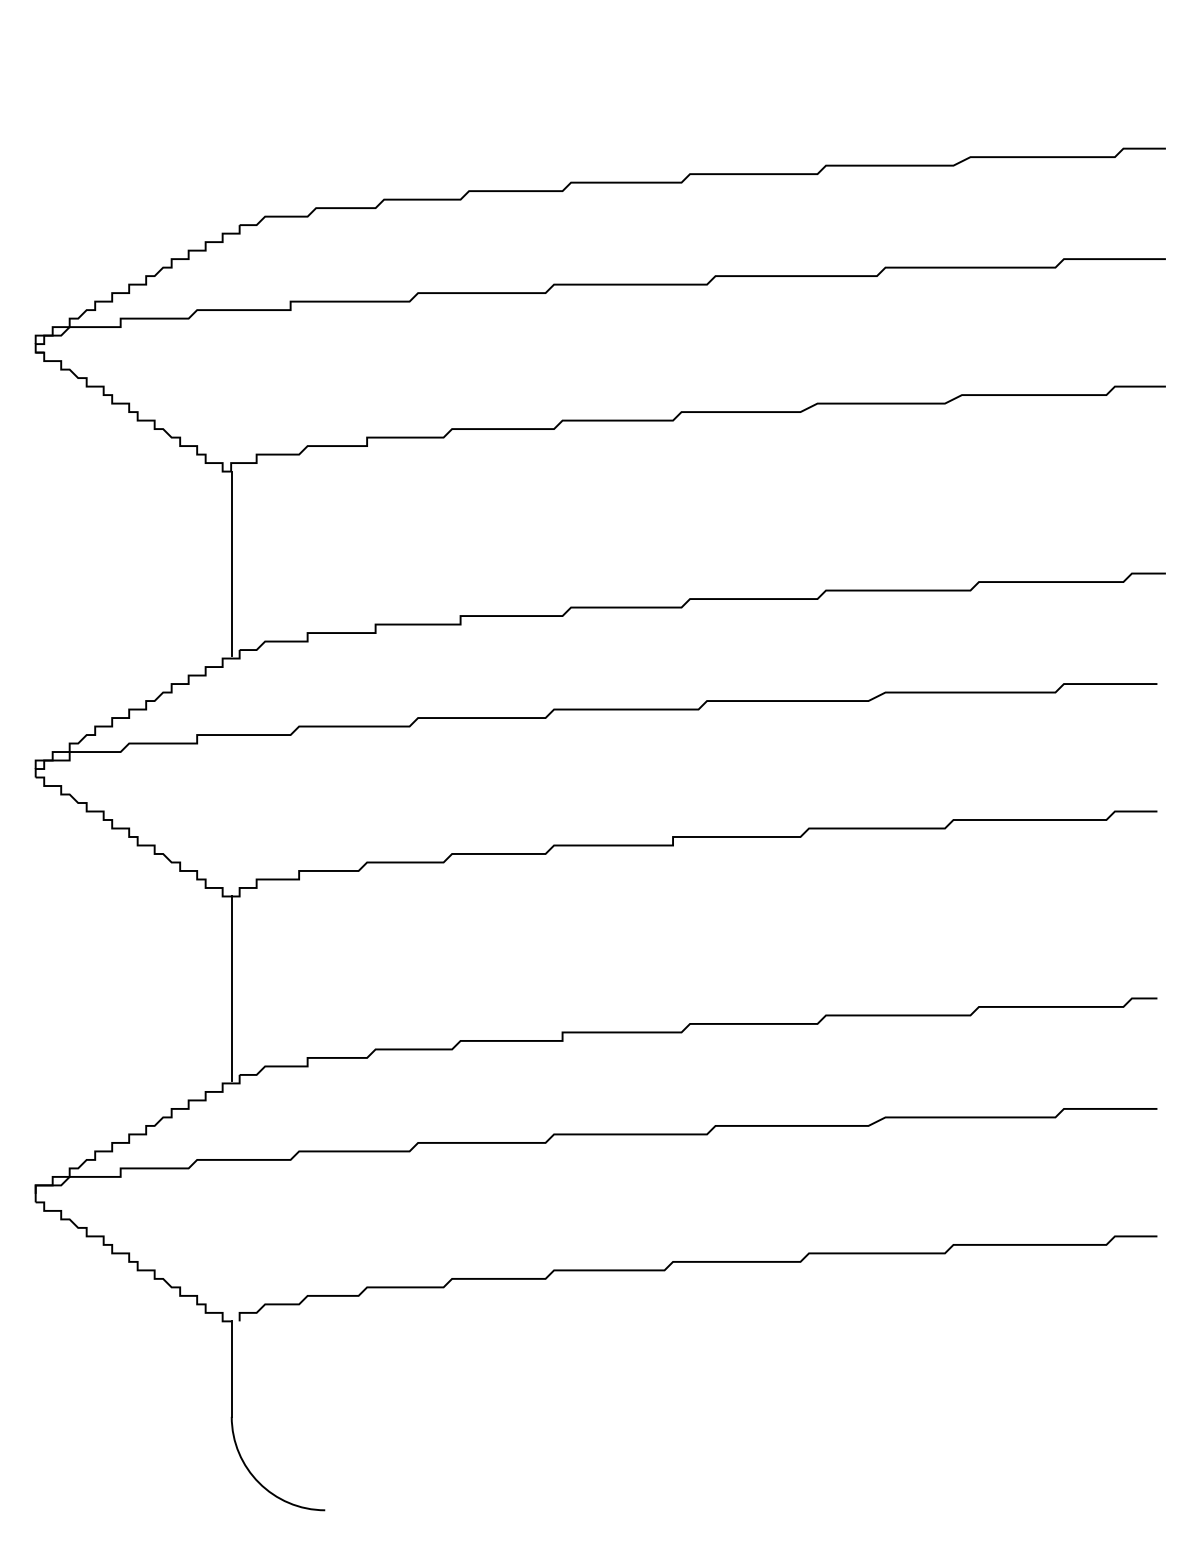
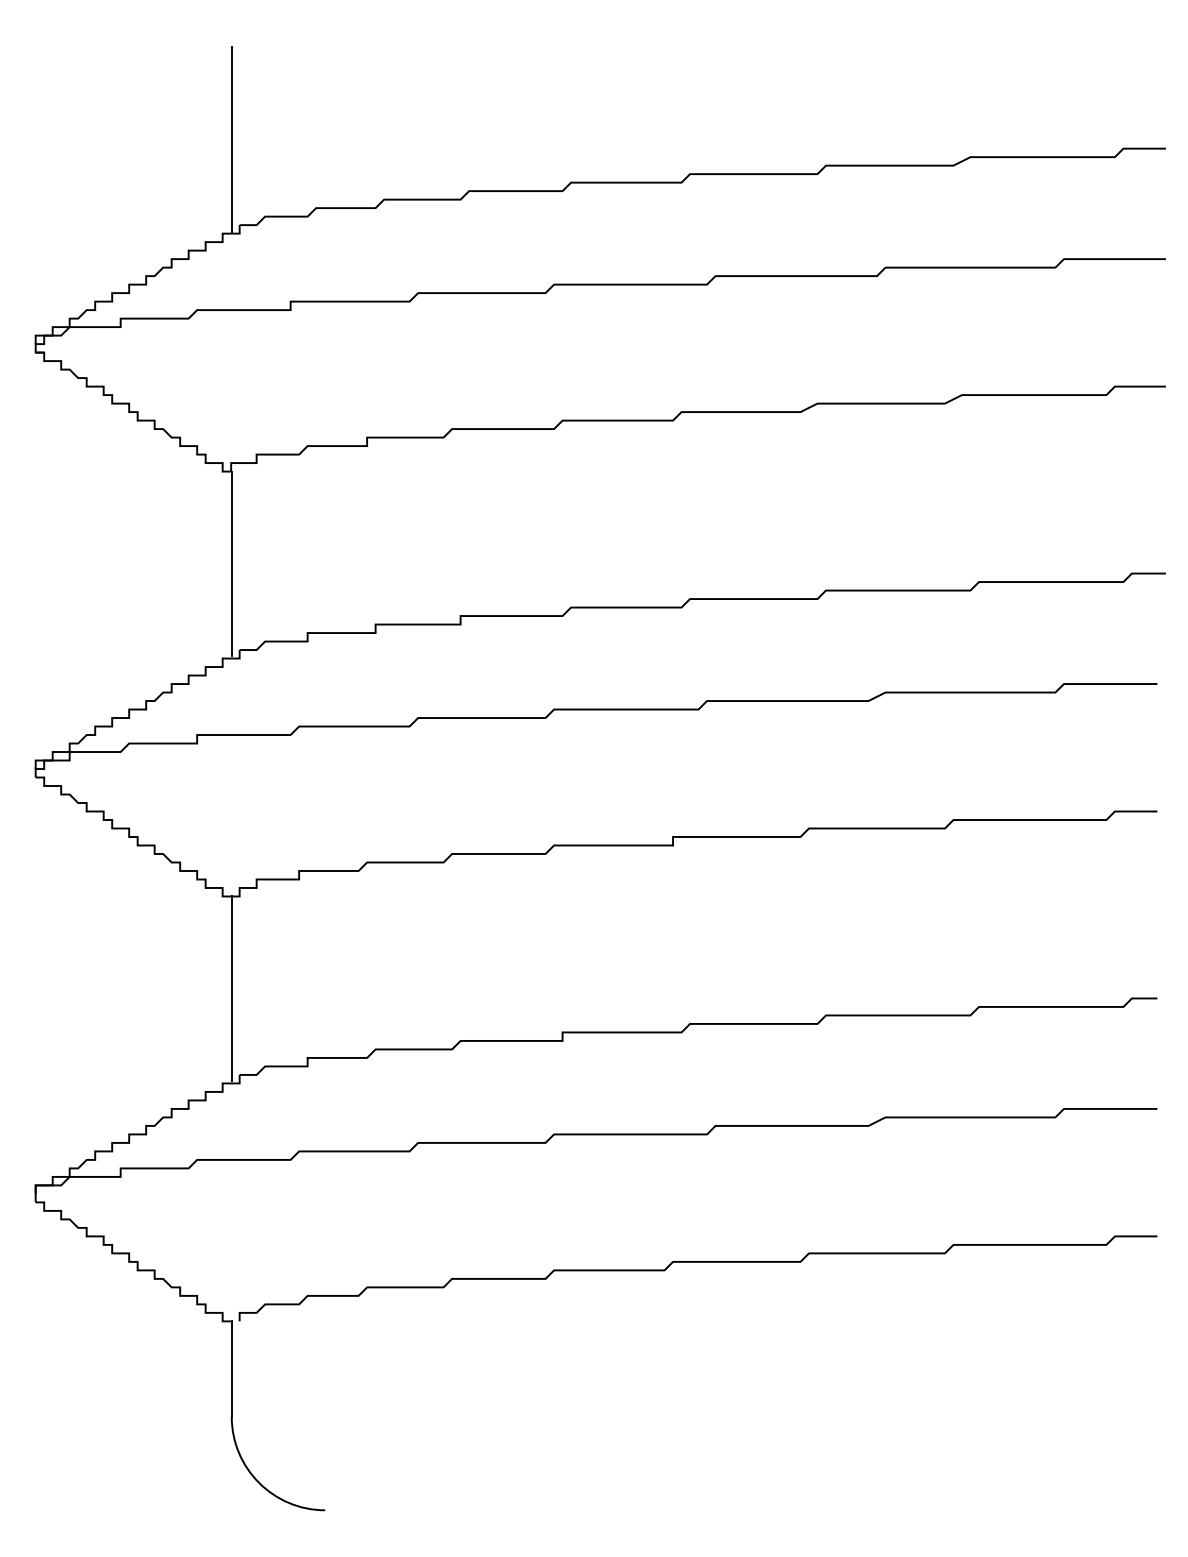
line at (231, 138): none -> present
